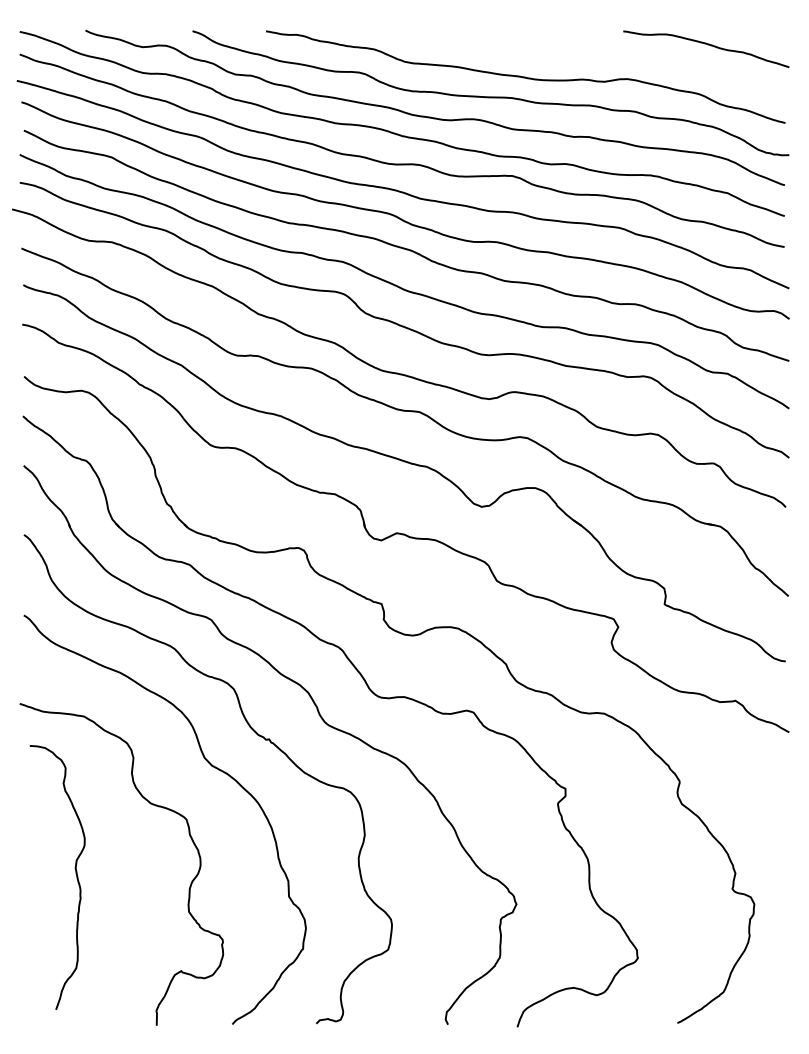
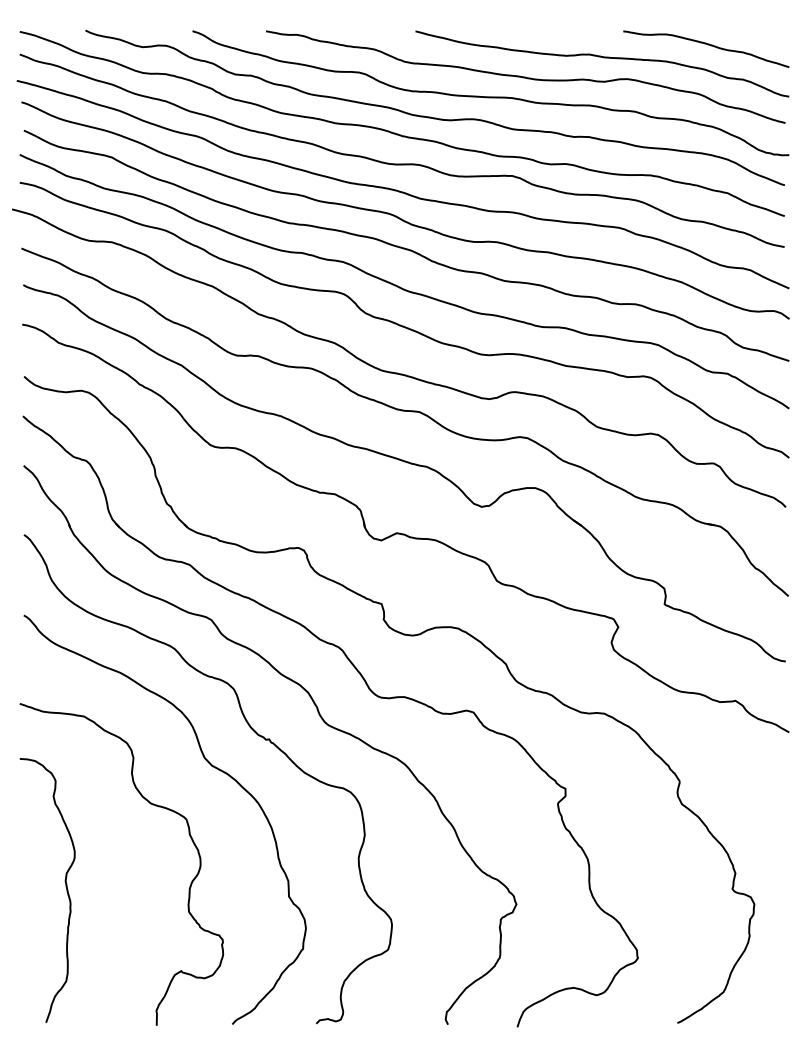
curve at (603, 58): none -> present
curve at (75, 873) position: (75, 873) -> (65, 886)
